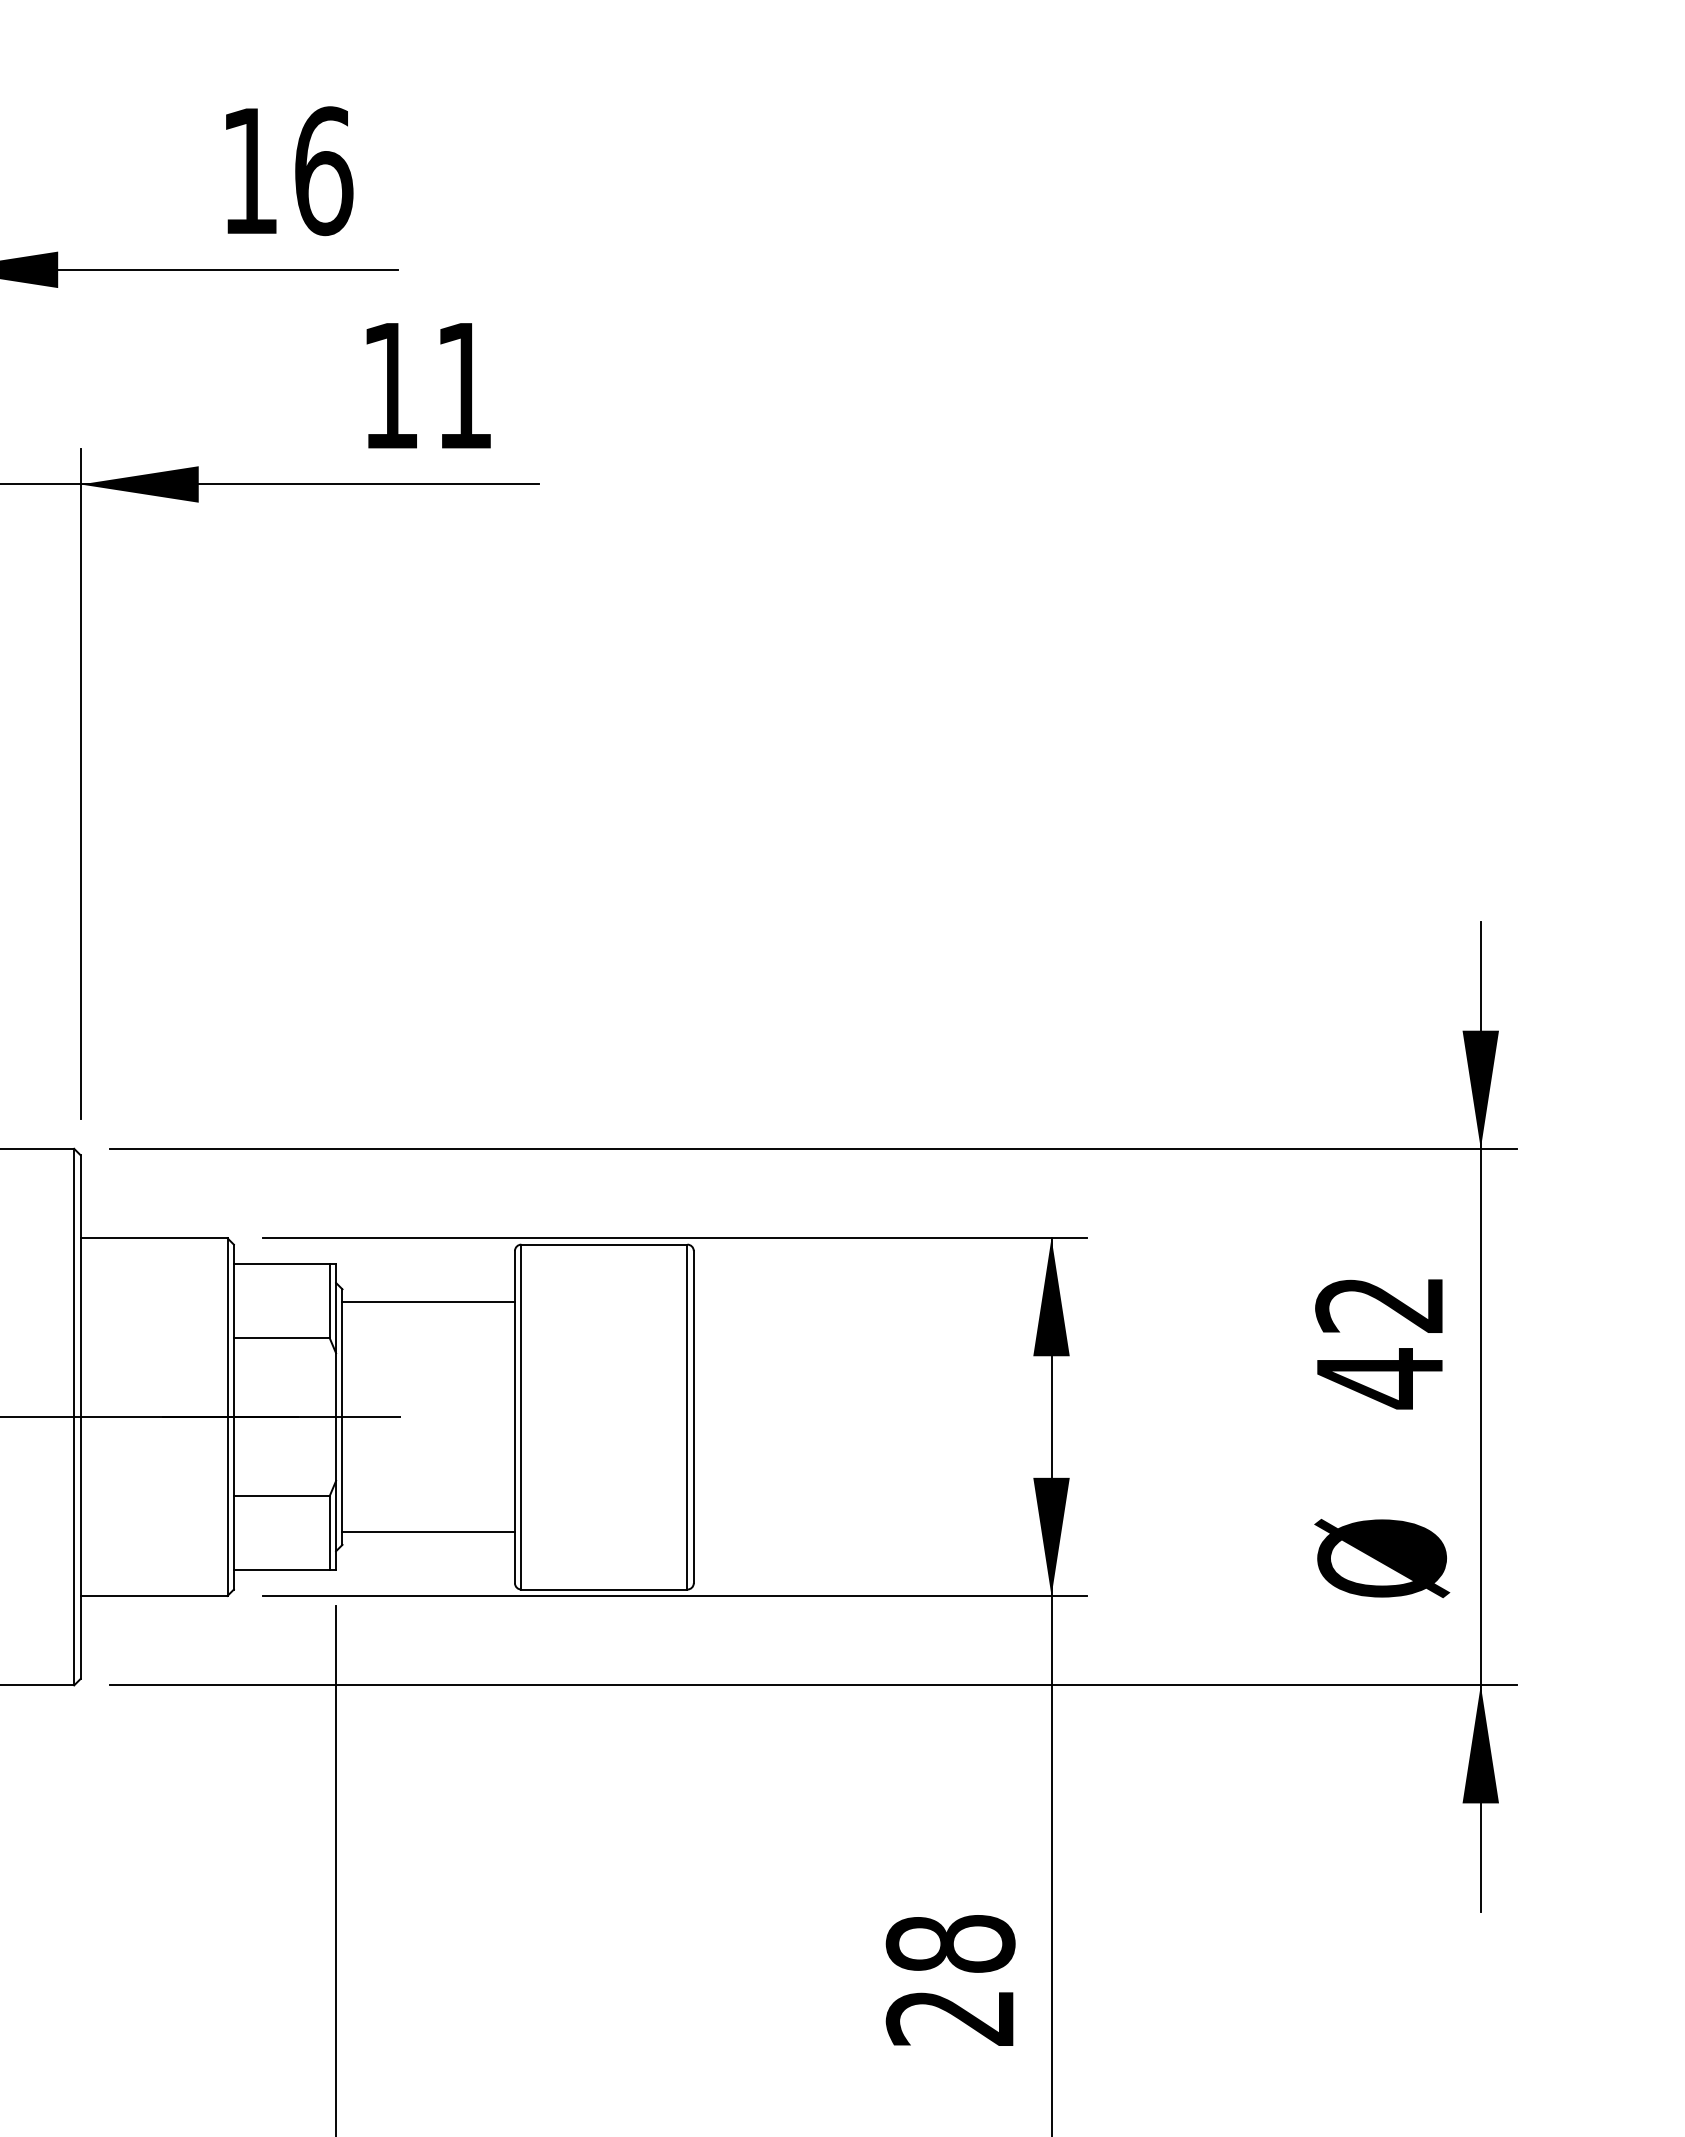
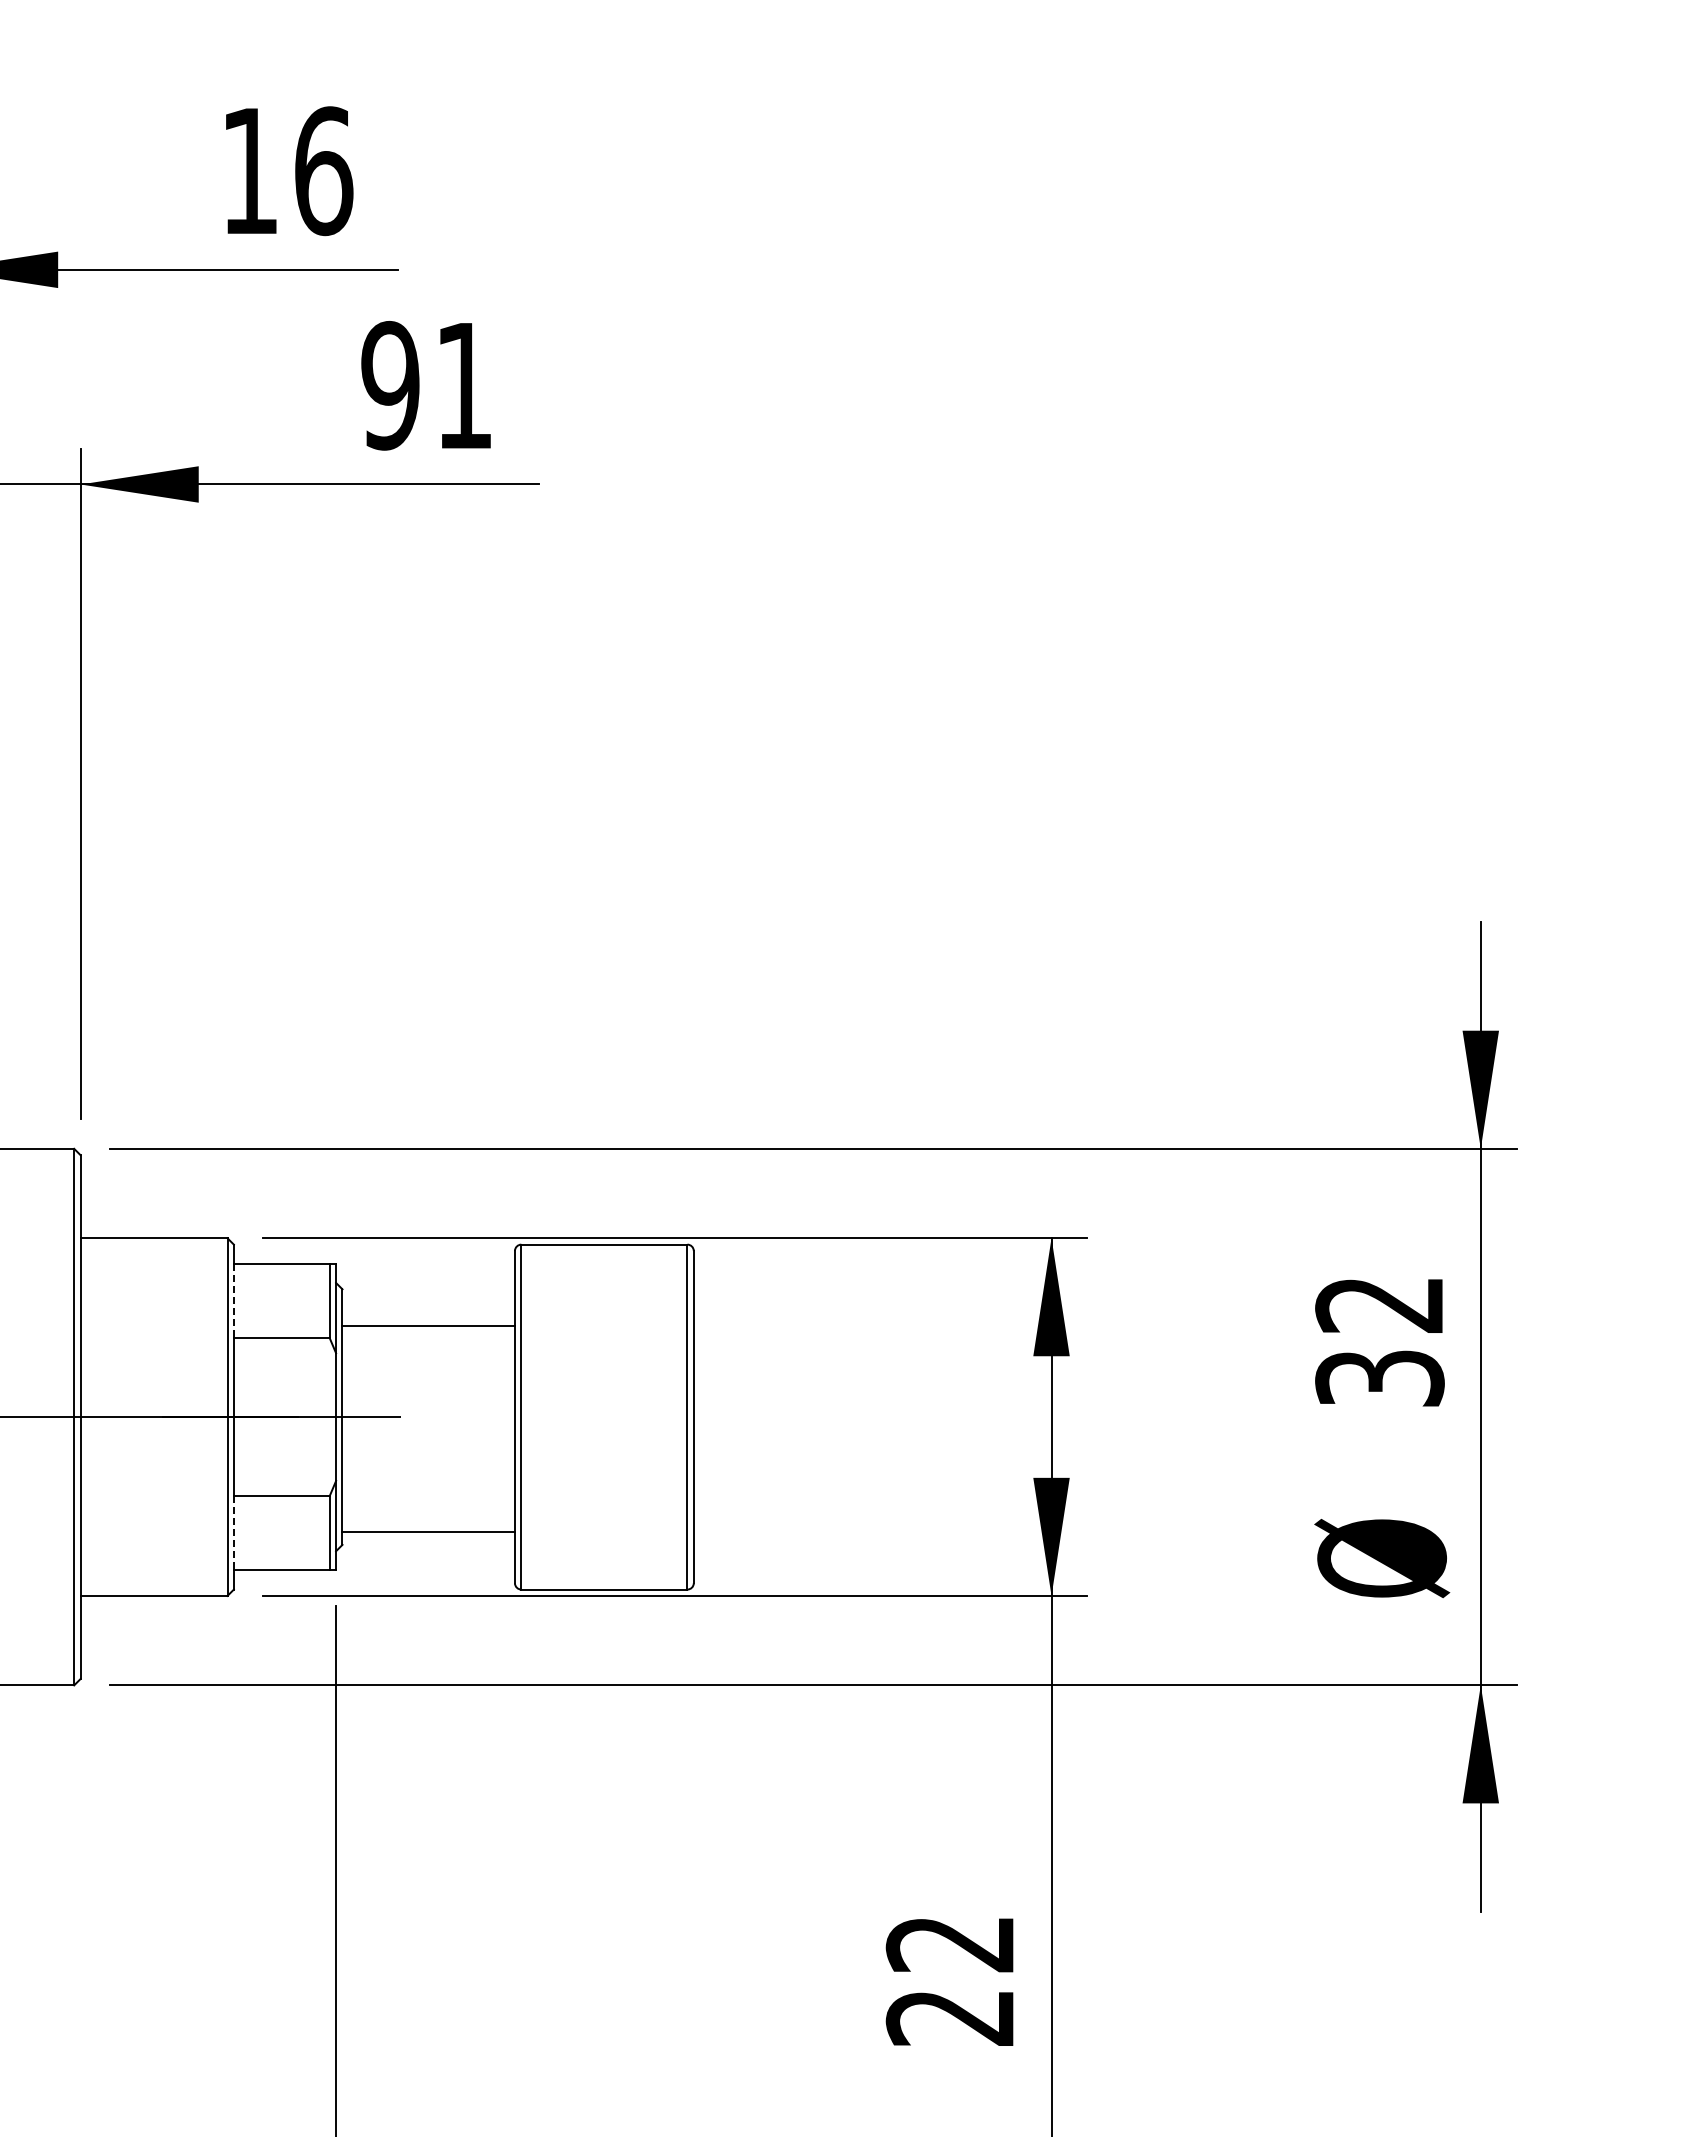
text at (390, 385): 11 -> 91
line at (233, 1301): solid -> dashed
line at (428, 1302) position: (428, 1302) -> (428, 1326)
text at (1379, 1378): 42 -> 32
line at (233, 1533): solid -> dashed
text at (950, 1943): 28 -> 22
